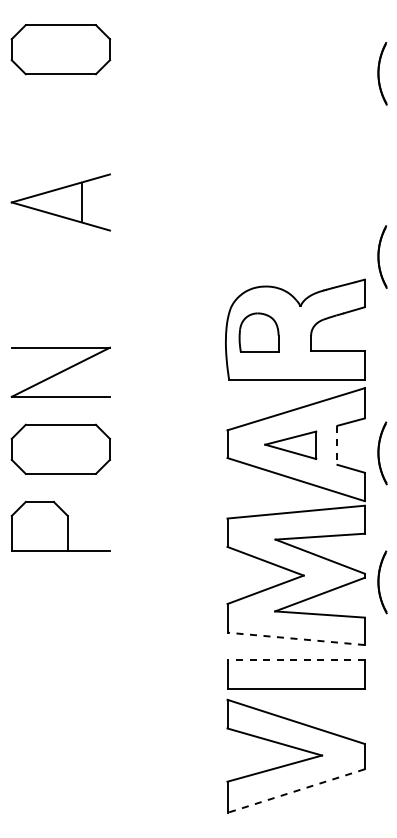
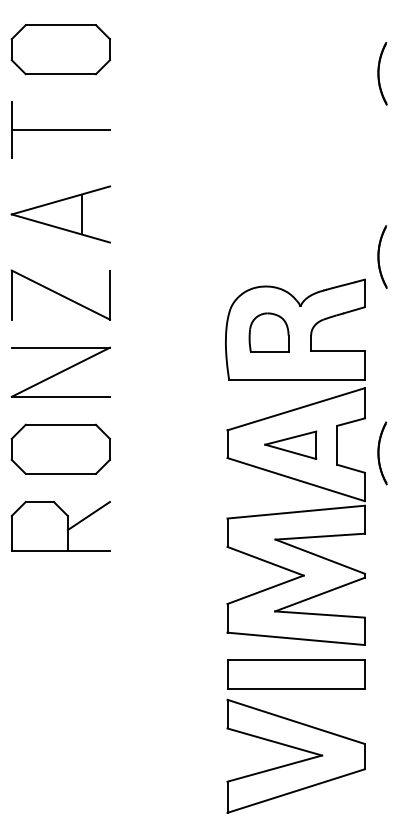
part at (60, 129): none -> present
part at (60, 202) position: (60, 202) -> (60, 214)
part at (60, 294): none -> present
part at (258, 332) position: (258, 332) -> (268, 332)
line at (337, 445): dashed -> solid
line at (88, 515): none -> present
part at (382, 582): present -> none
line at (296, 638): dashed -> solid
line at (296, 660): dashed -> solid
line at (295, 791): dashed -> solid
